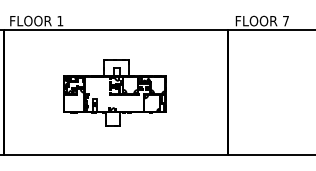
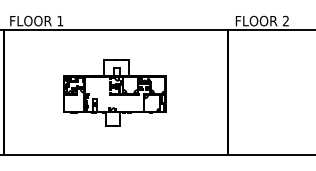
text at (285, 20): 7 -> 2
